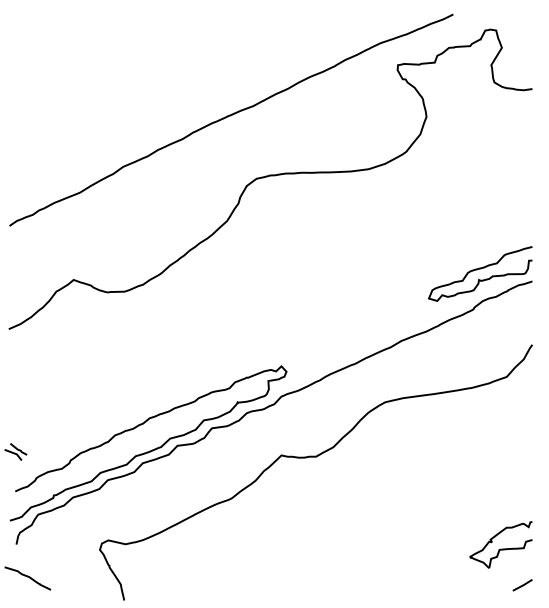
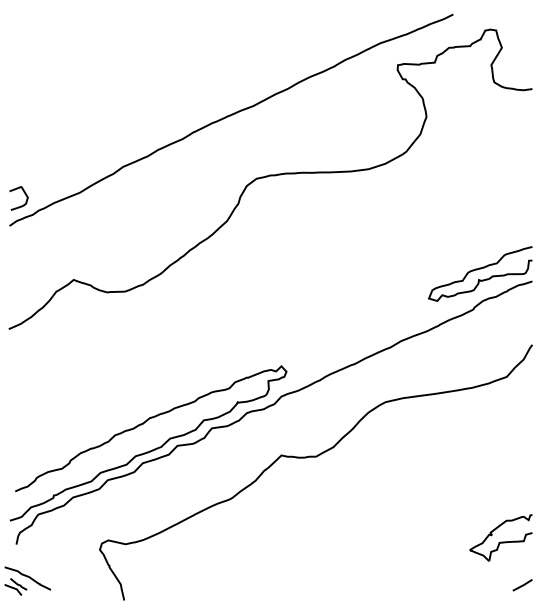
curve at (25, 195): none -> present
part at (15, 451) position: (15, 451) -> (15, 586)
part at (500, 544) position: (500, 544) -> (500, 537)
